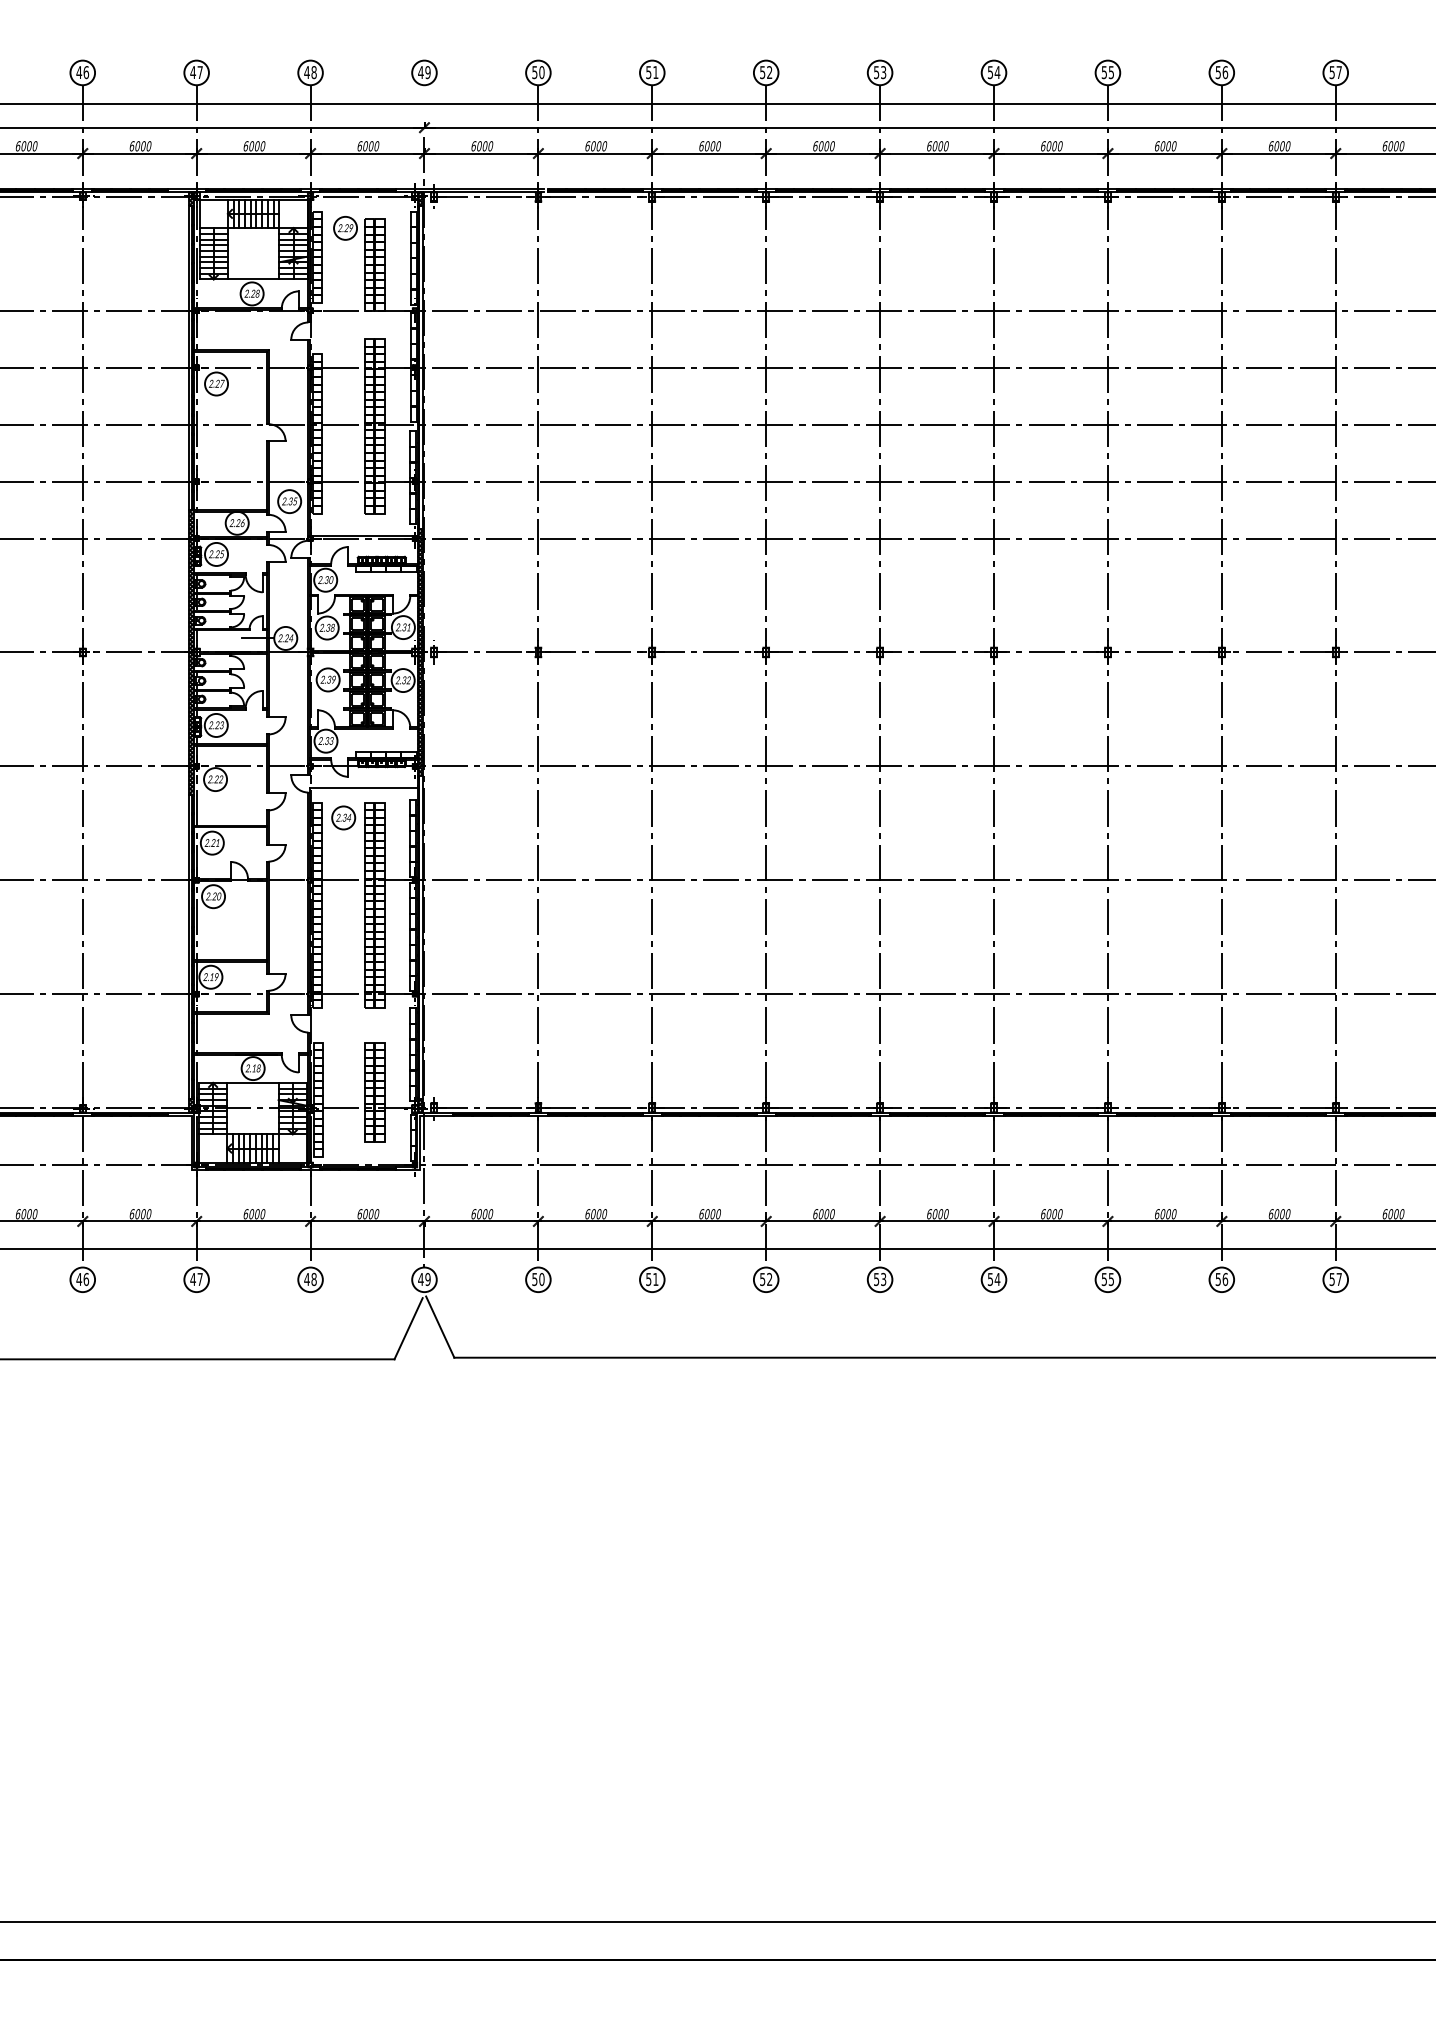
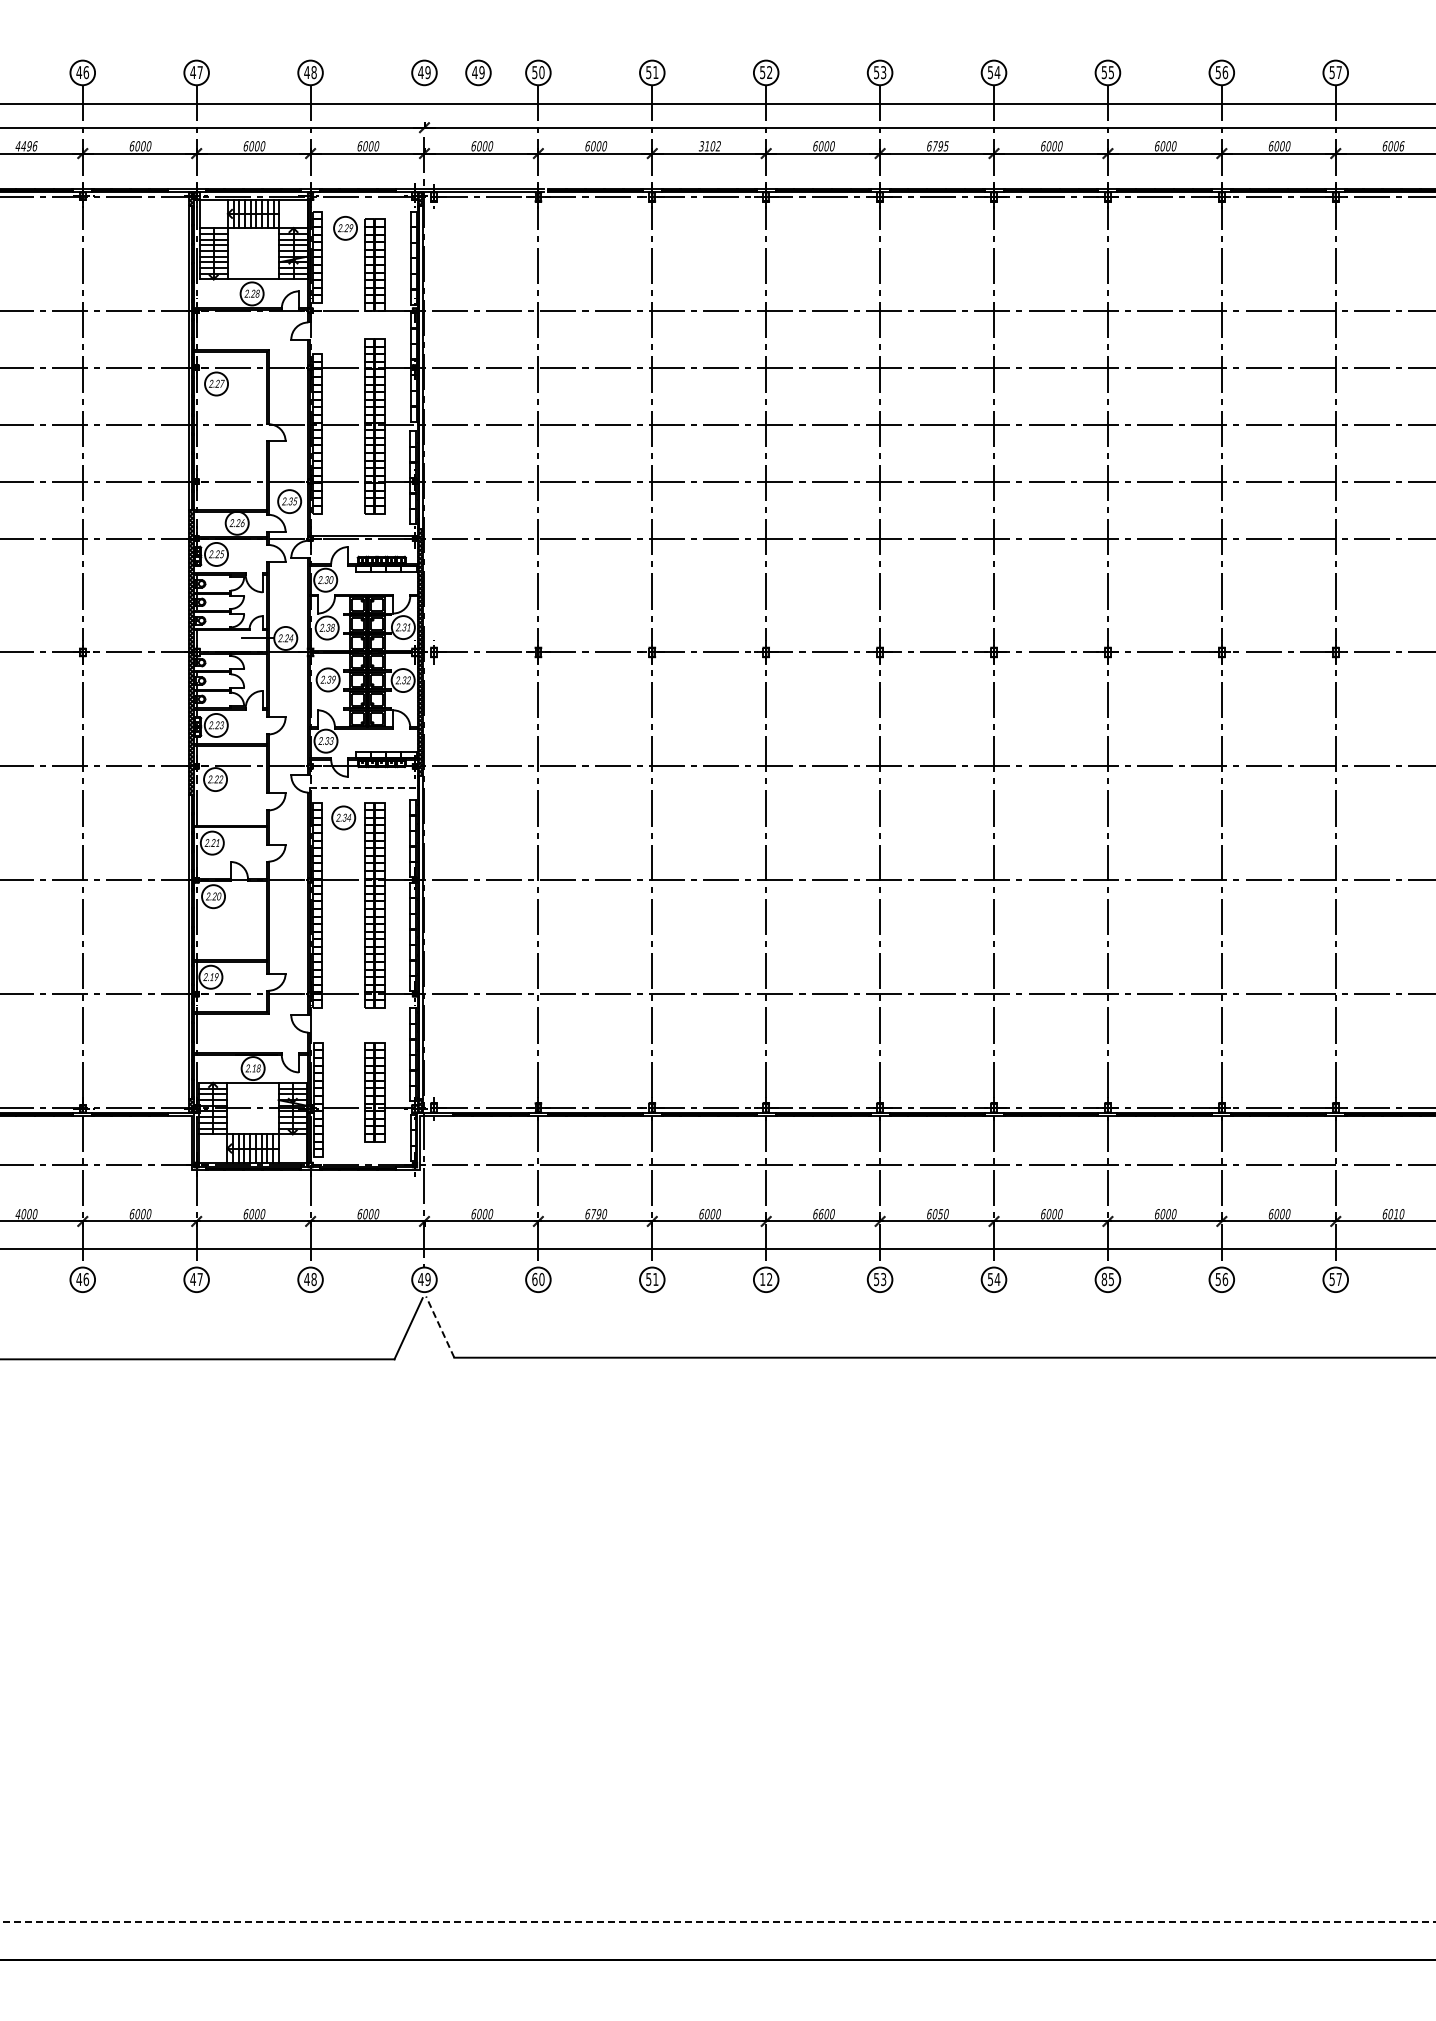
part at (478, 72): none -> present
text at (1402, 145): 6000 -> 6006
text at (26, 146): 6000 -> 4496
text at (709, 146): 6000 -> 3102
text at (940, 146): 6000 -> 6795
line at (364, 788): solid -> dashed
text at (821, 1213): 6000 -> 6600
text at (17, 1214): 6000 -> 4000
text at (595, 1214): 6000 -> 6790
text at (940, 1214): 6000 -> 6050
text at (1396, 1214): 6000 -> 6010
text at (534, 1278): 50 -> 60
text at (1104, 1278): 55 -> 85
text at (762, 1279): 52 -> 12
line at (440, 1327): solid -> dashed
line at (717, 1922): solid -> dashed
